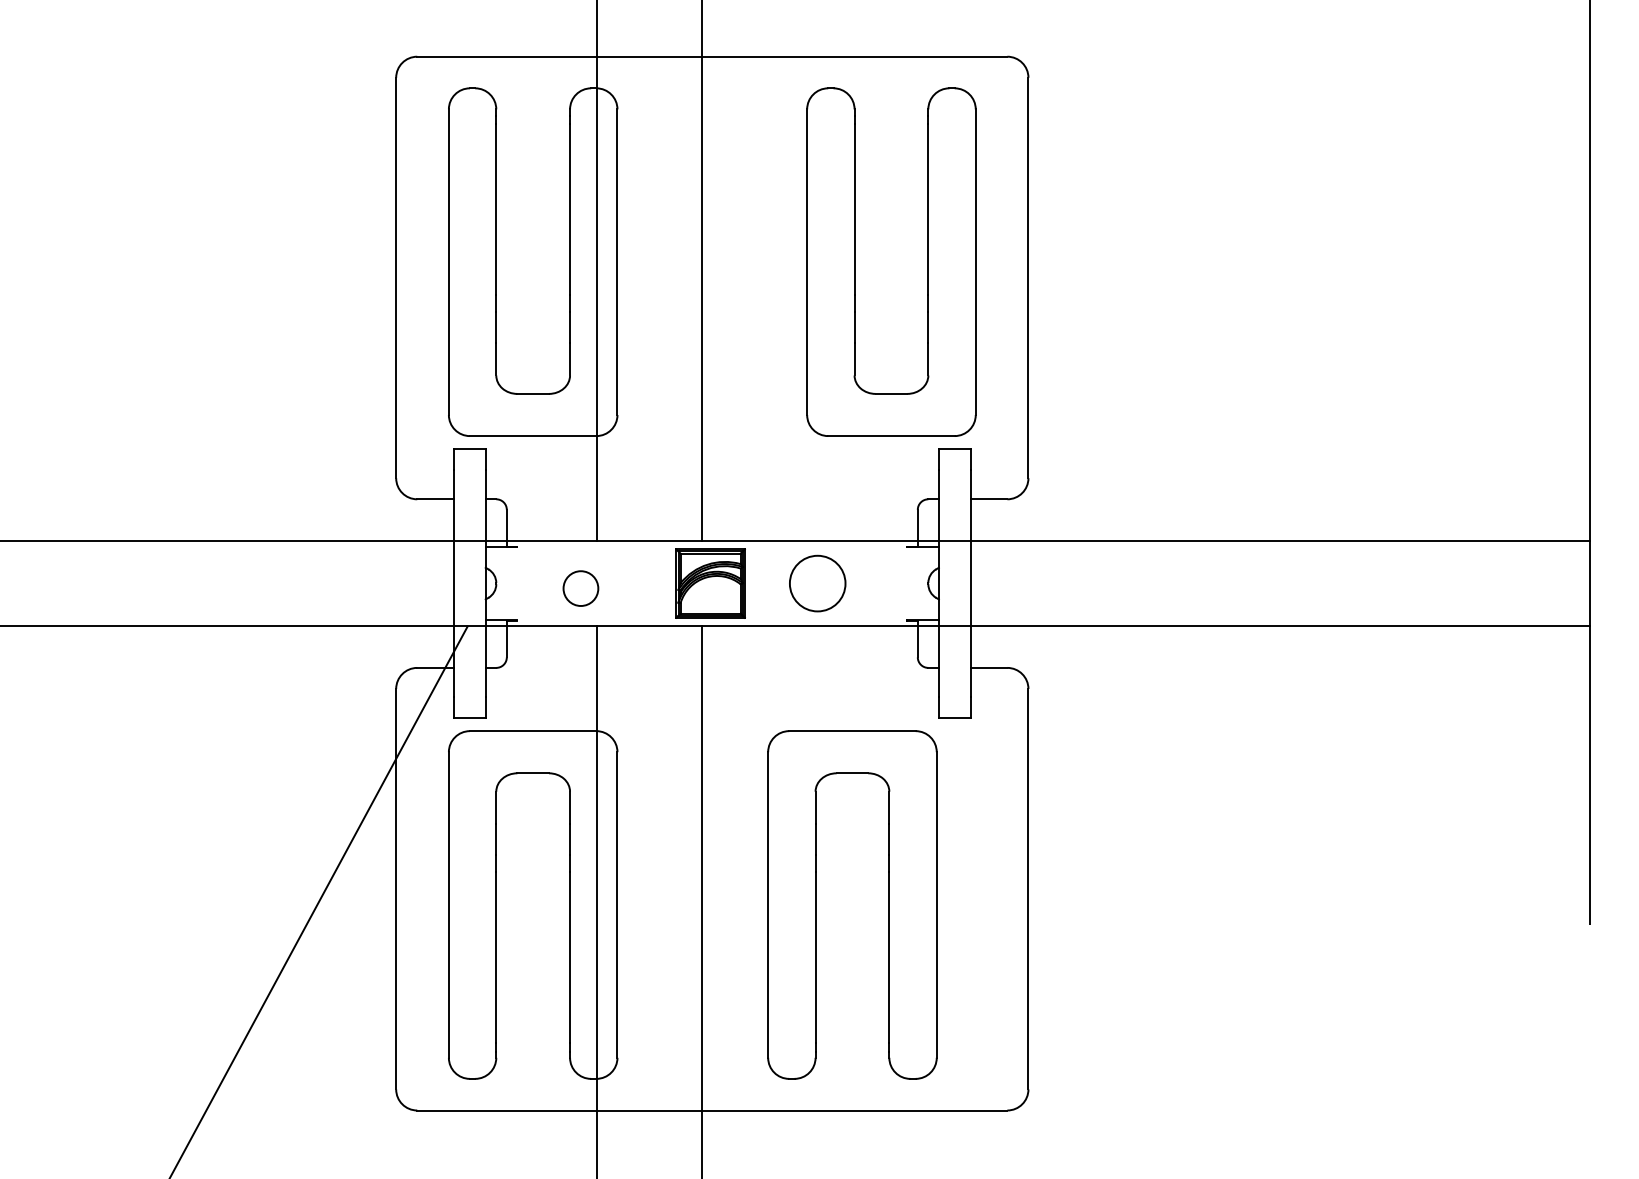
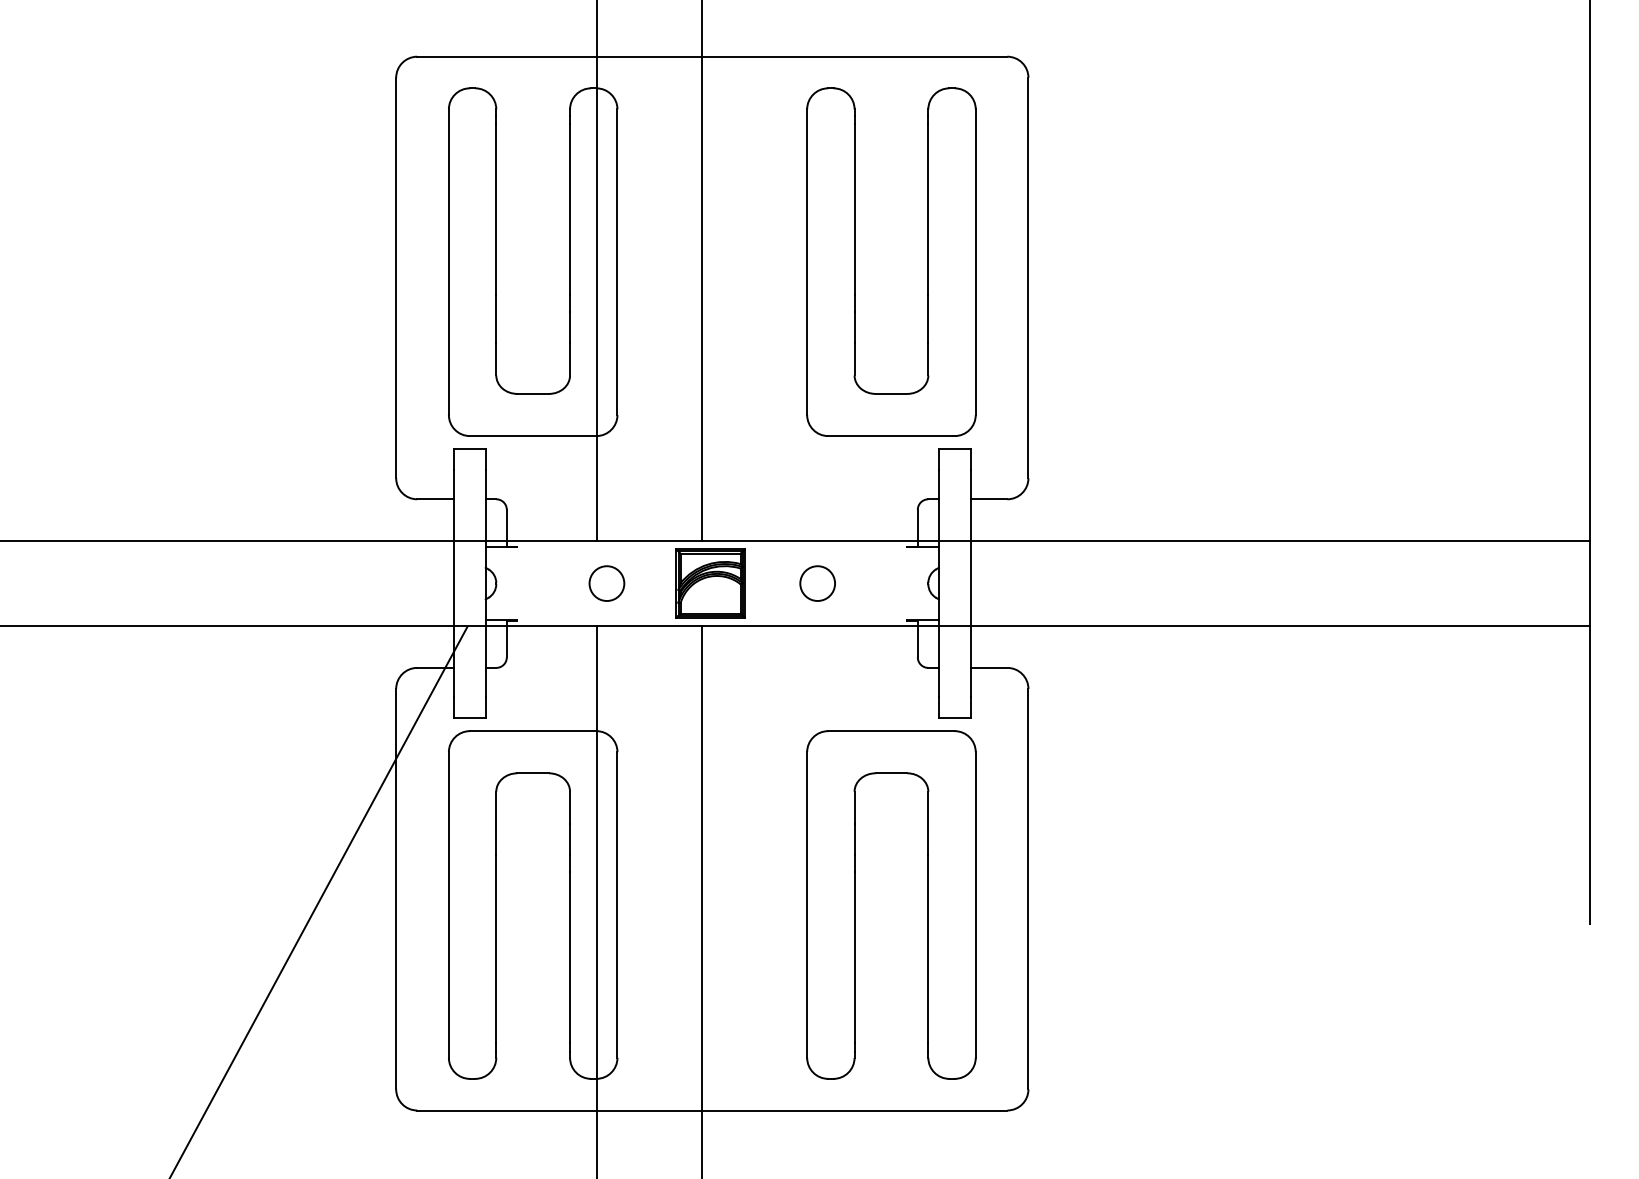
circle at (817, 583) diameter: 56 px -> 35 px
circle at (580, 588) position: (580, 588) -> (606, 583)
part at (816, 904) position: (816, 904) -> (855, 904)
